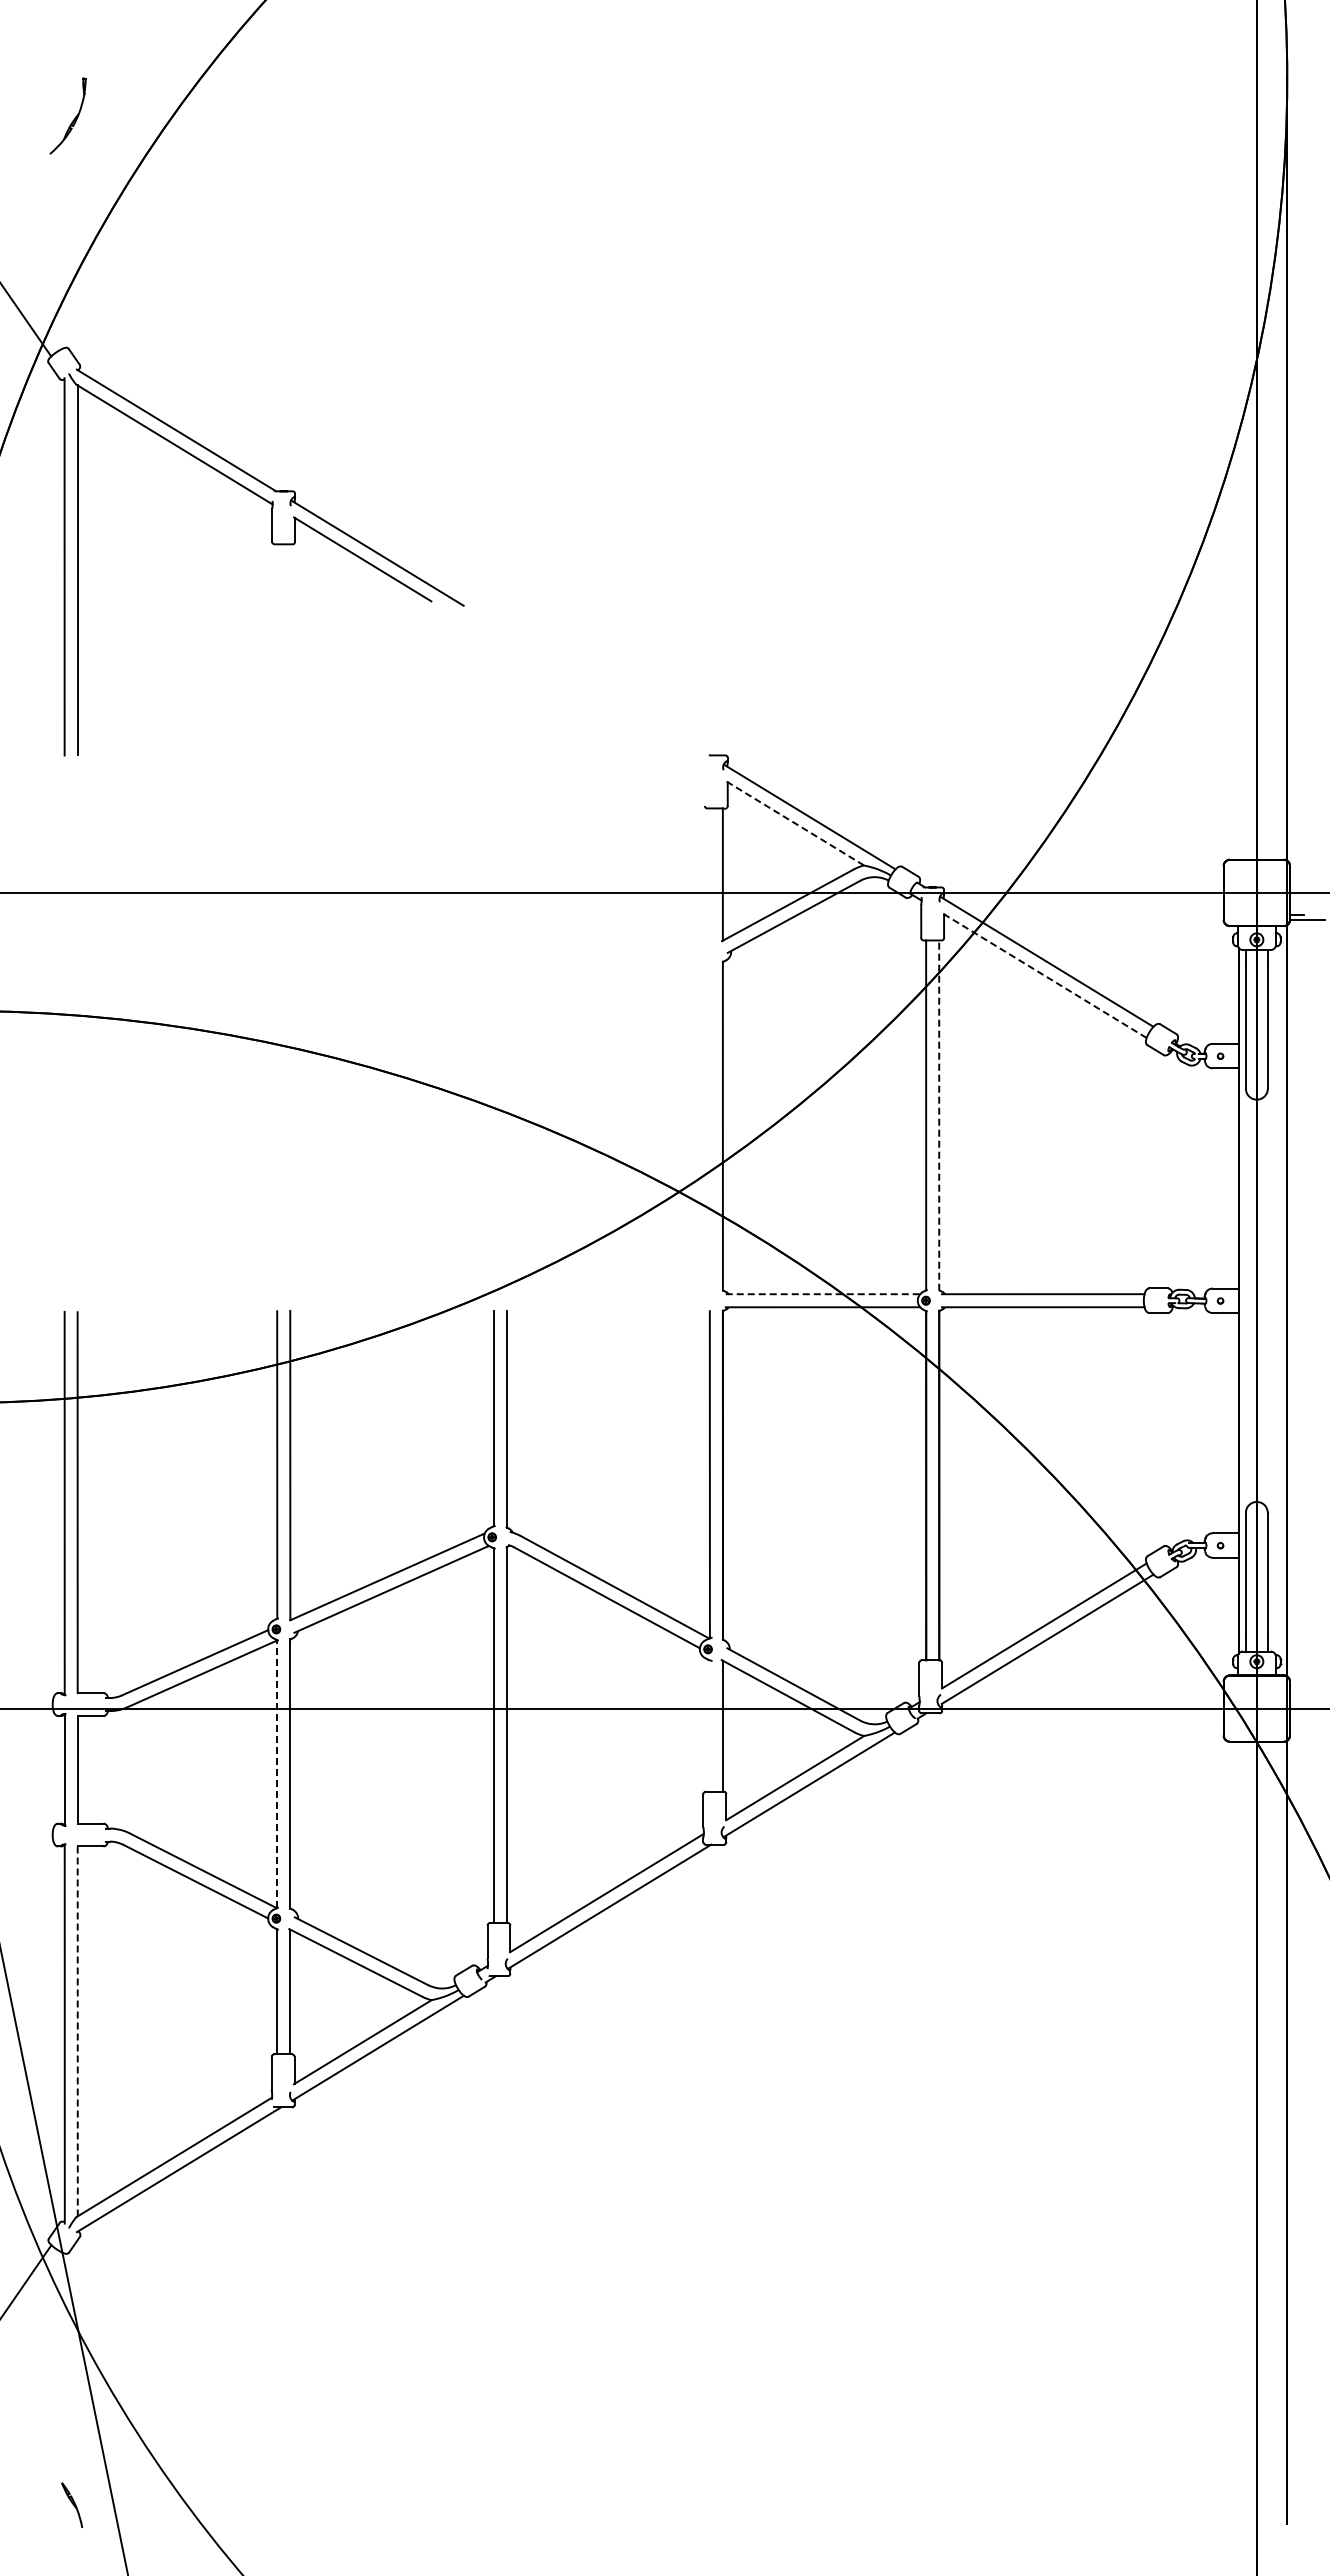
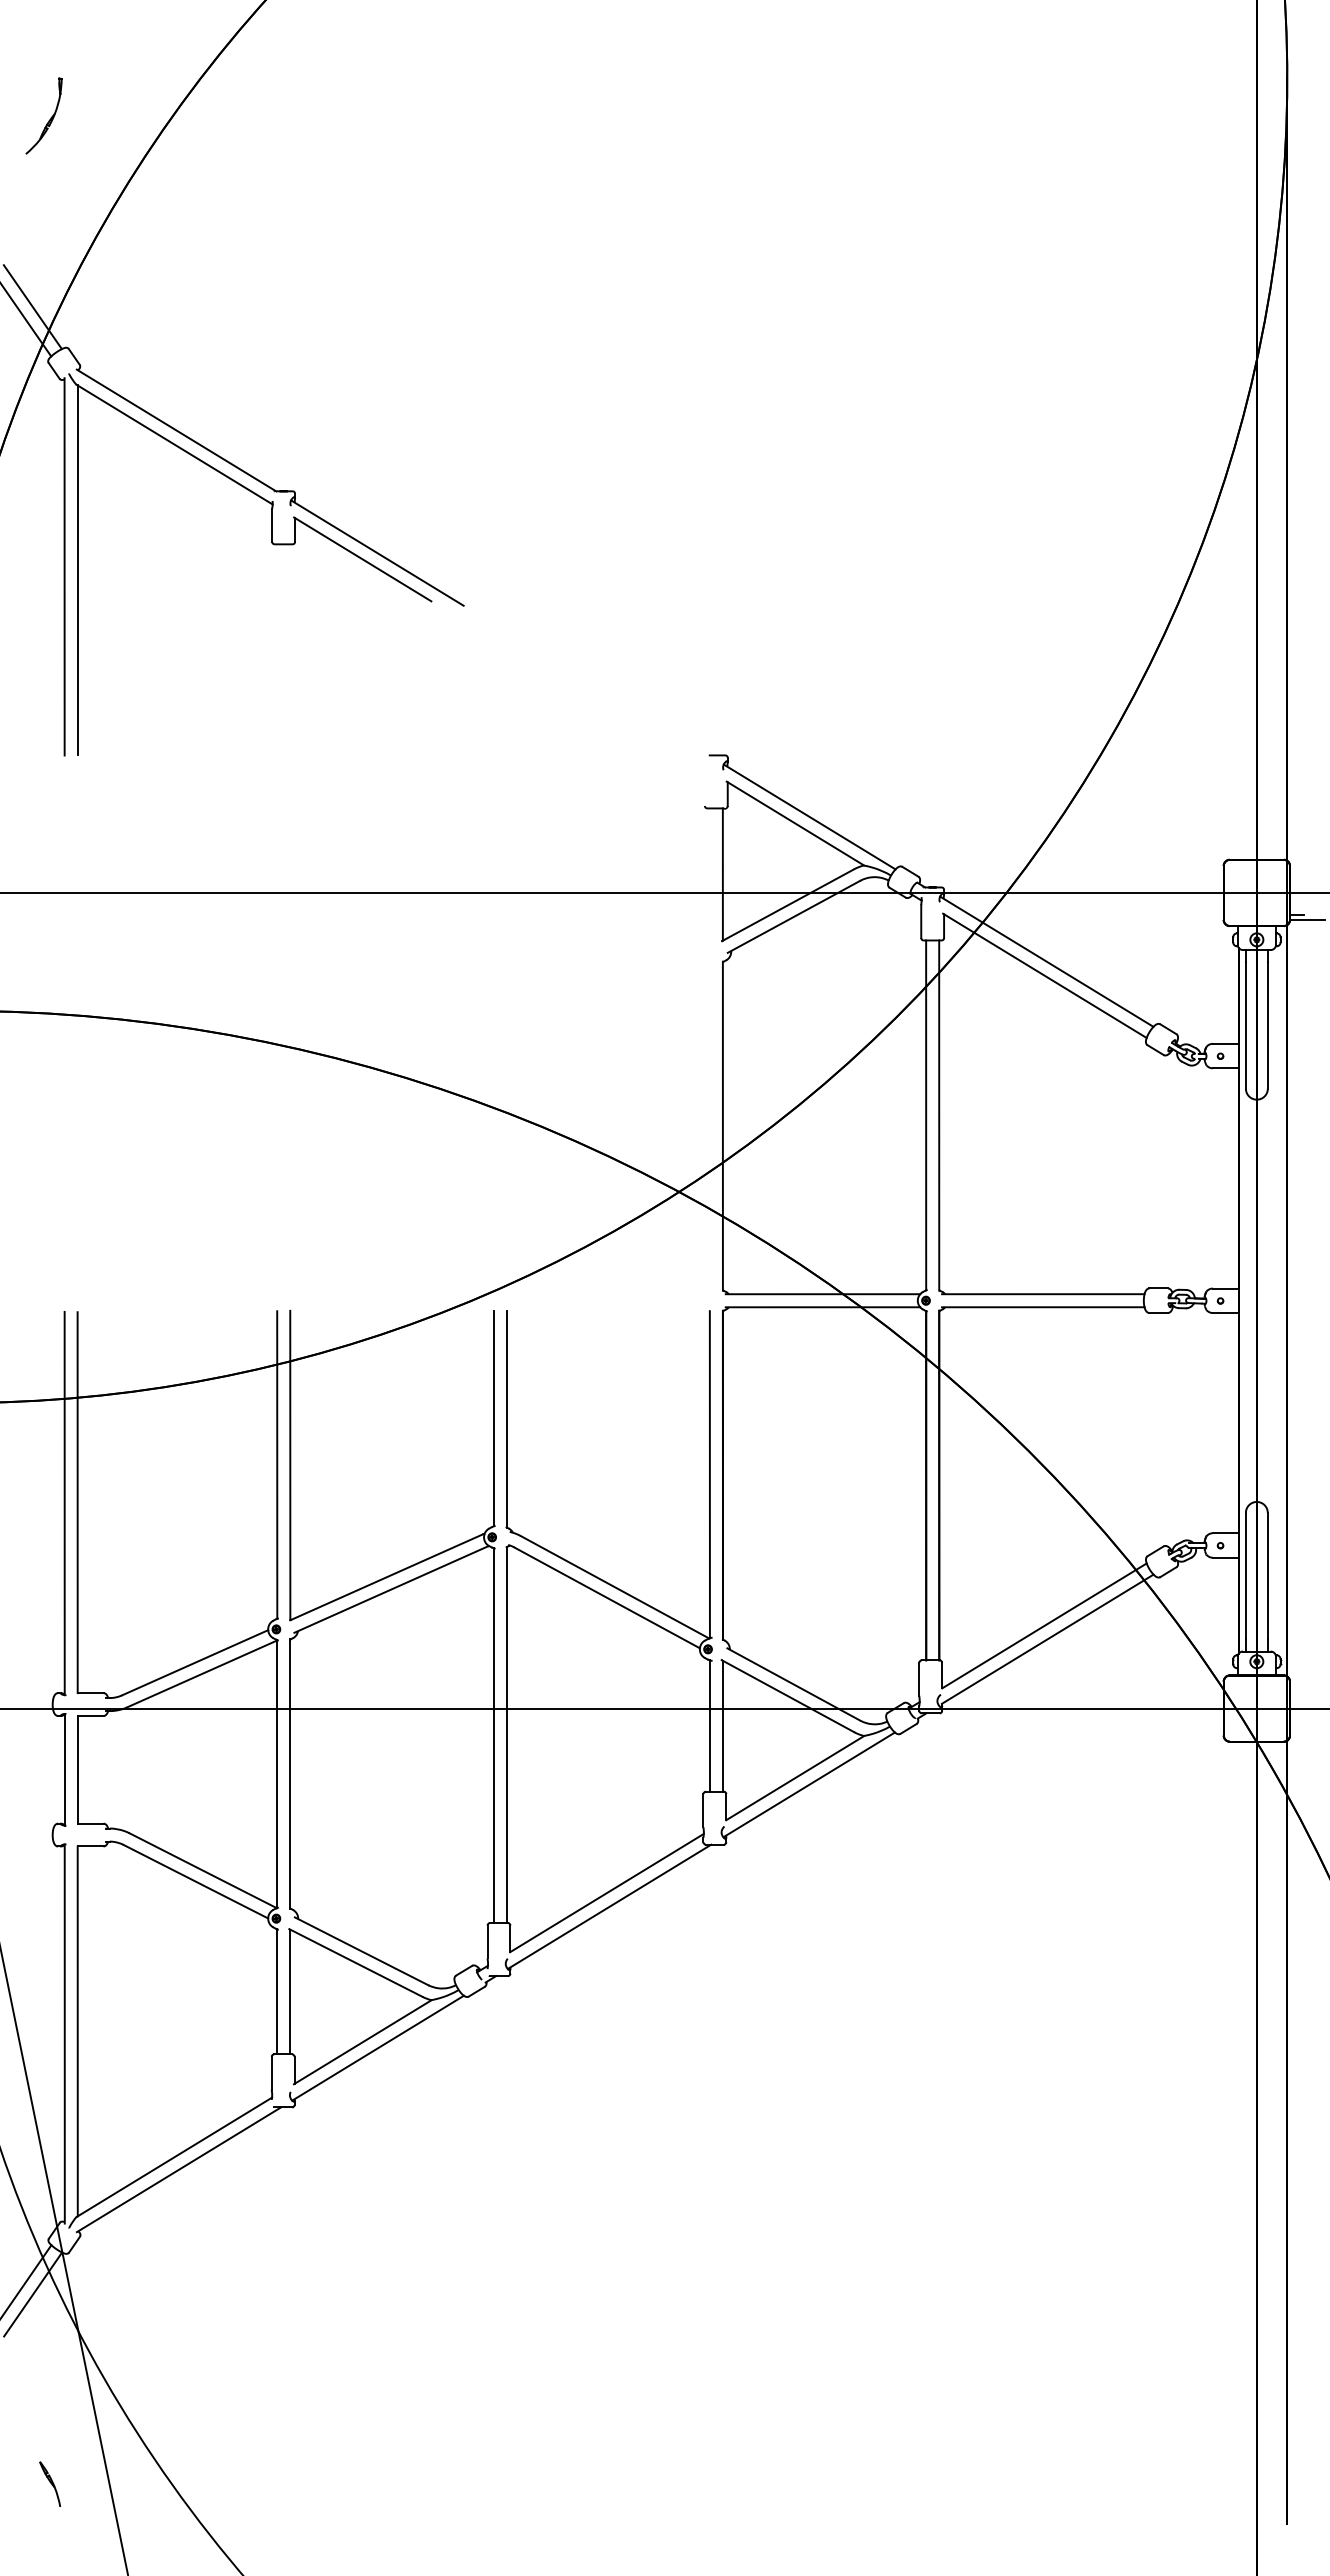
part at (72, 120) position: (72, 120) -> (48, 120)
line at (32, 307): none -> present
line at (794, 823): dashed -> solid
line at (1044, 975): dashed -> solid
line at (939, 1115): dashed -> solid
line at (823, 1294): dashed -> solid
line at (709, 1725): none -> present
line at (277, 1774): dashed -> solid
line at (77, 2031): dashed -> solid
line at (33, 2294): none -> present
part at (72, 2504) position: (72, 2504) -> (50, 2483)
